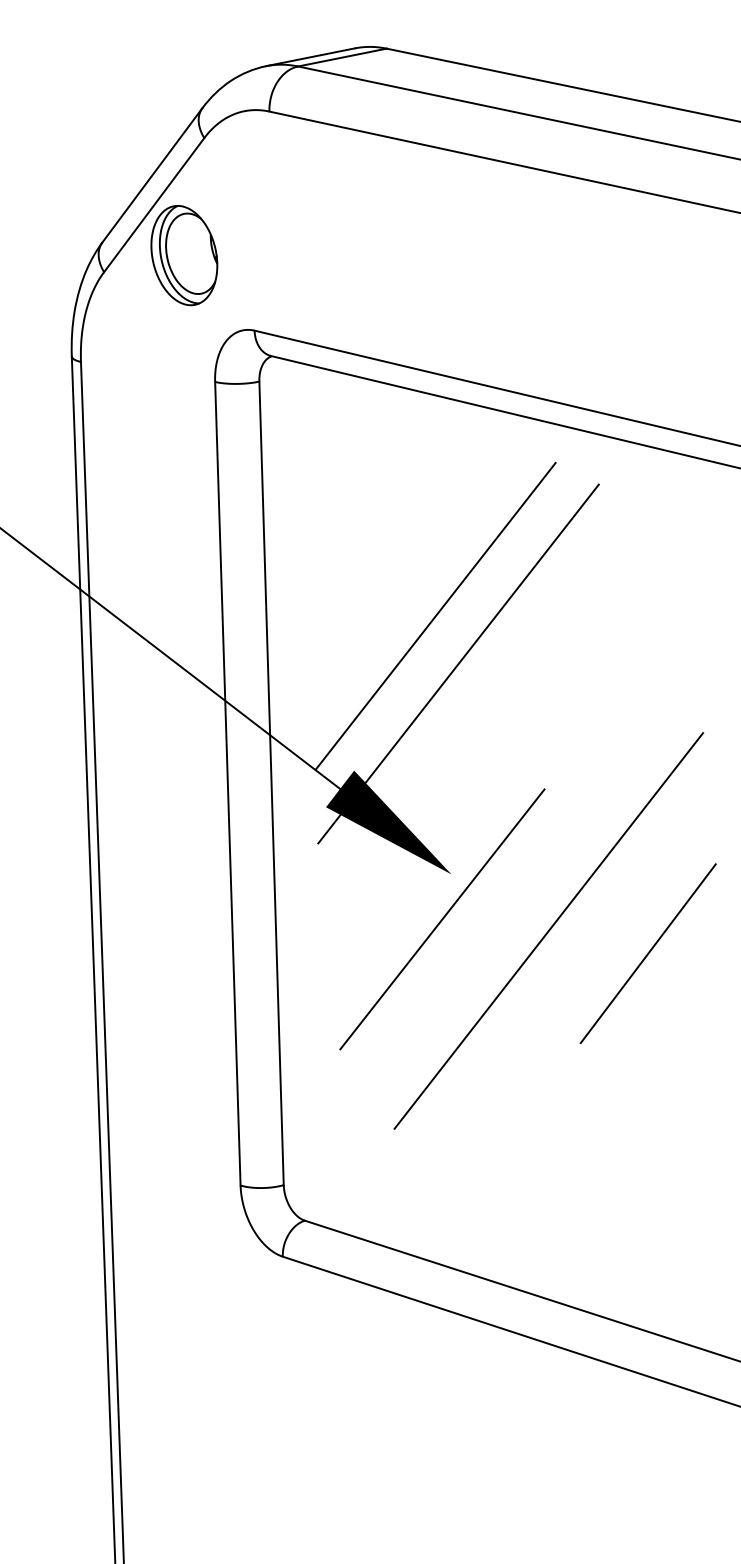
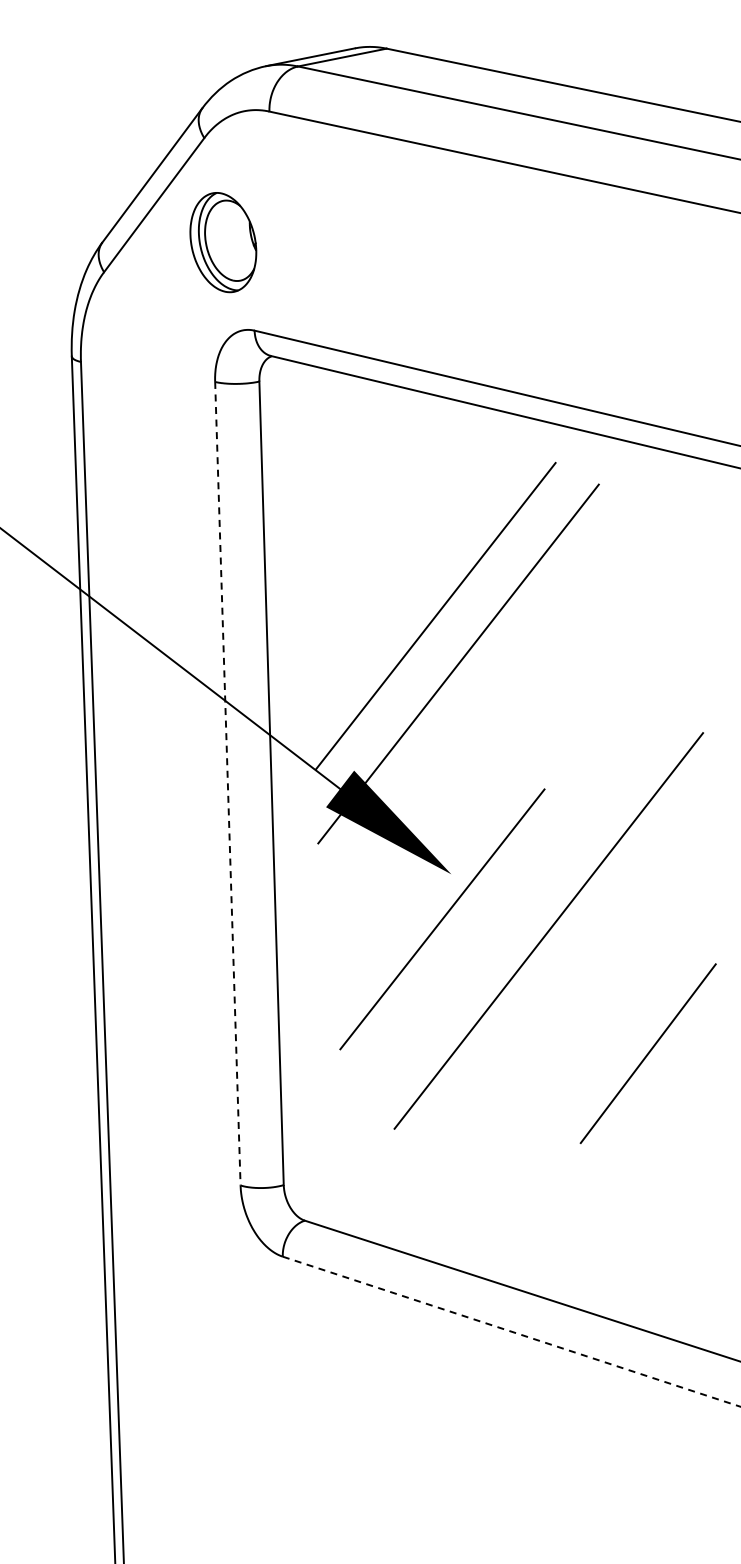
part at (184, 255) position: (184, 255) -> (223, 242)
line at (227, 783): solid -> dashed
line at (647, 953) position: (647, 953) -> (647, 1053)
line at (511, 1331): solid -> dashed
